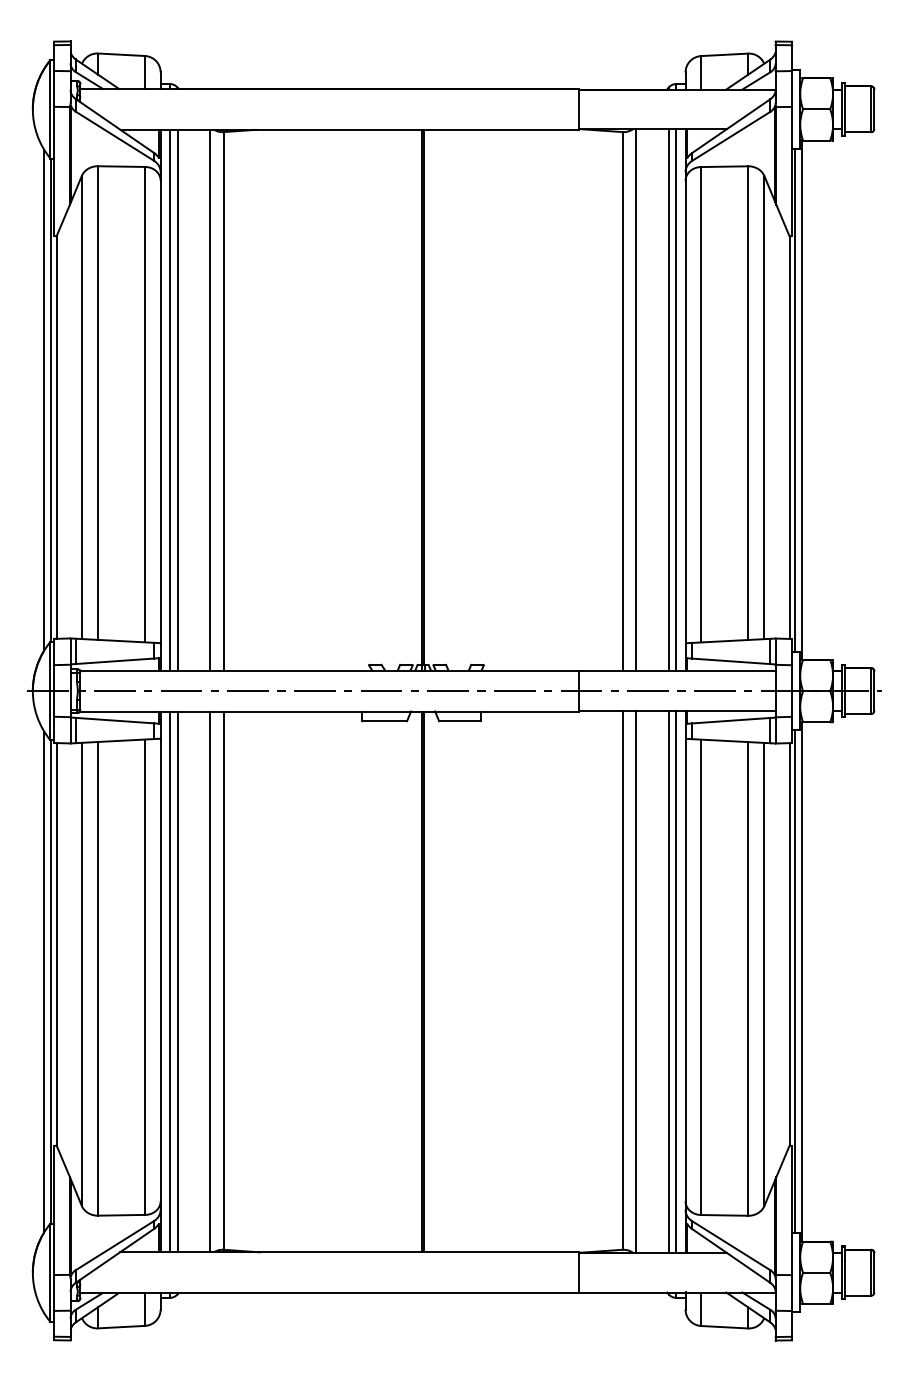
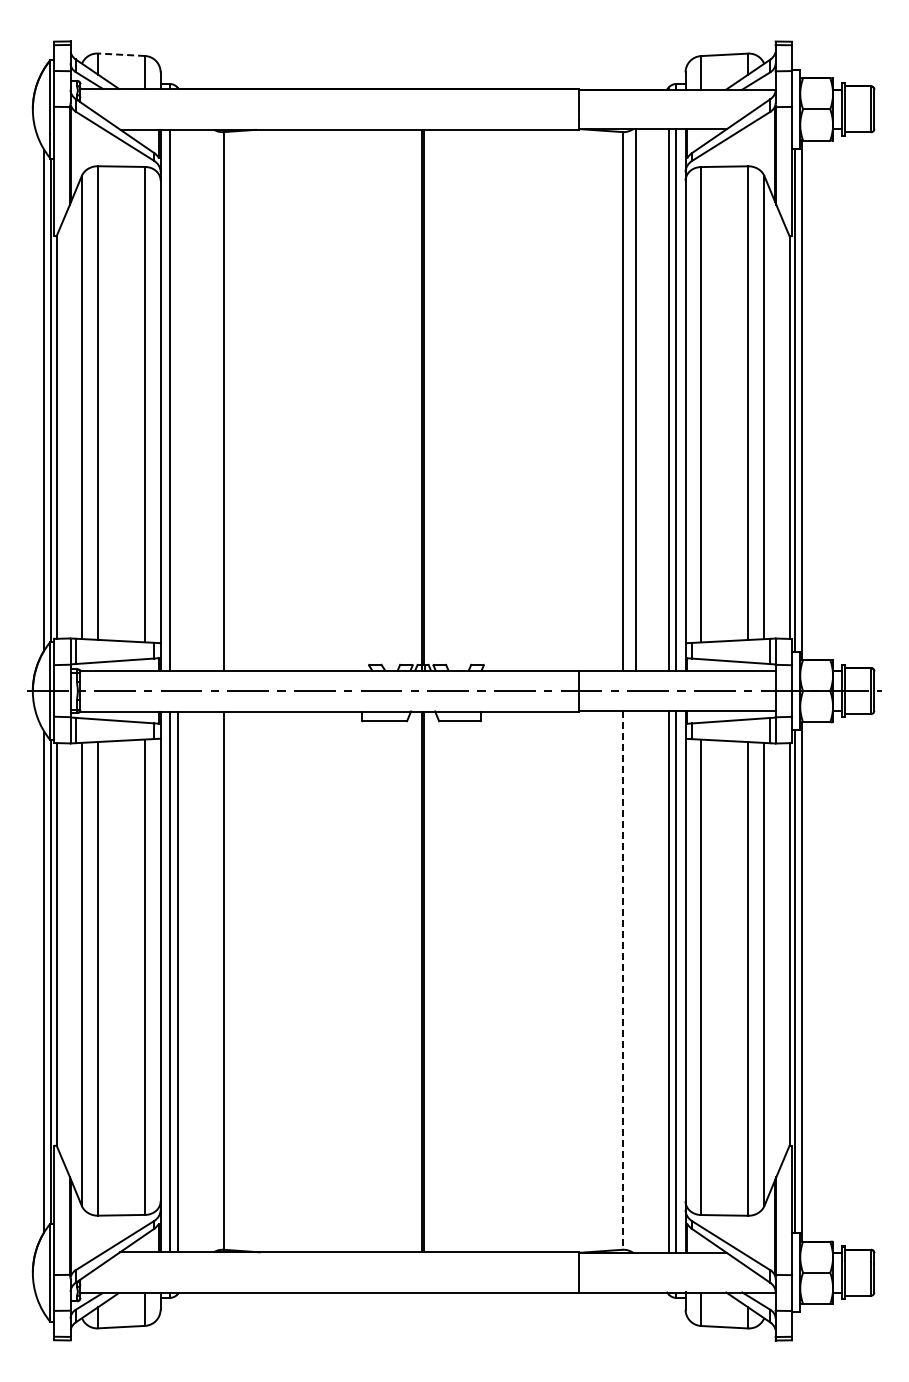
line at (121, 54): solid -> dashed
line at (177, 399): present -> none
line at (210, 399): present -> none
line at (622, 980): solid -> dashed
line at (210, 981): present -> none
line at (636, 981): present -> none
